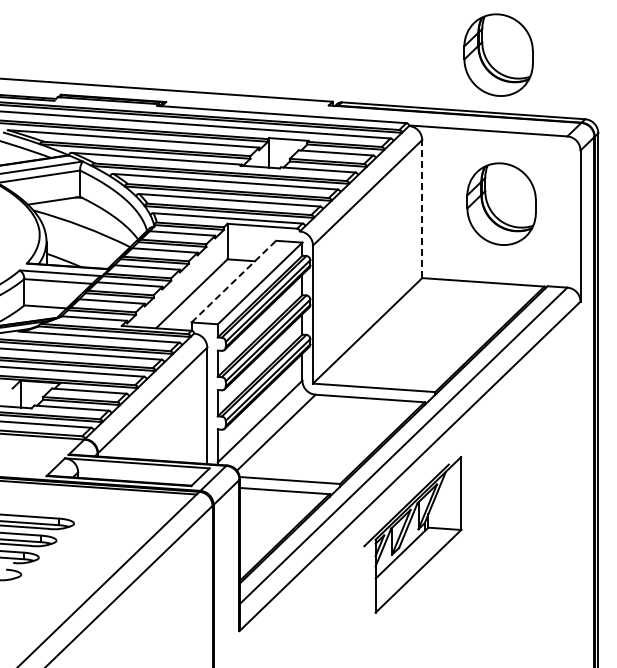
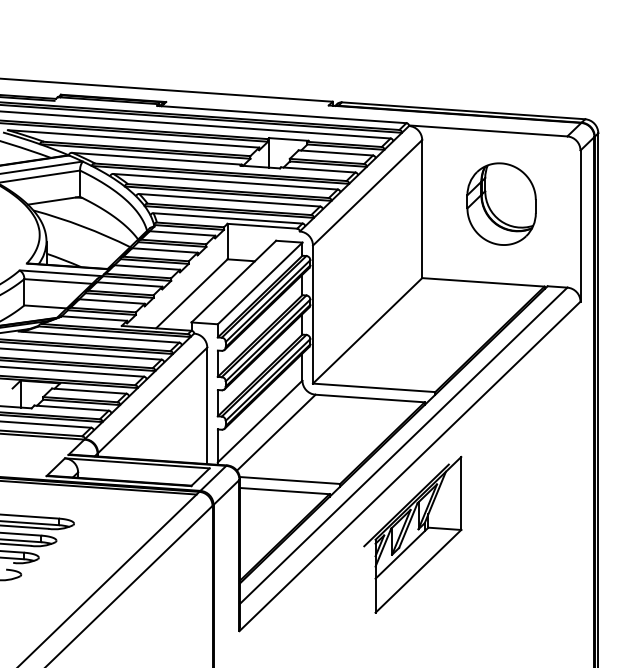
part at (498, 54): present -> none
line at (422, 208): dashed -> solid
line at (233, 281): dashed -> solid
